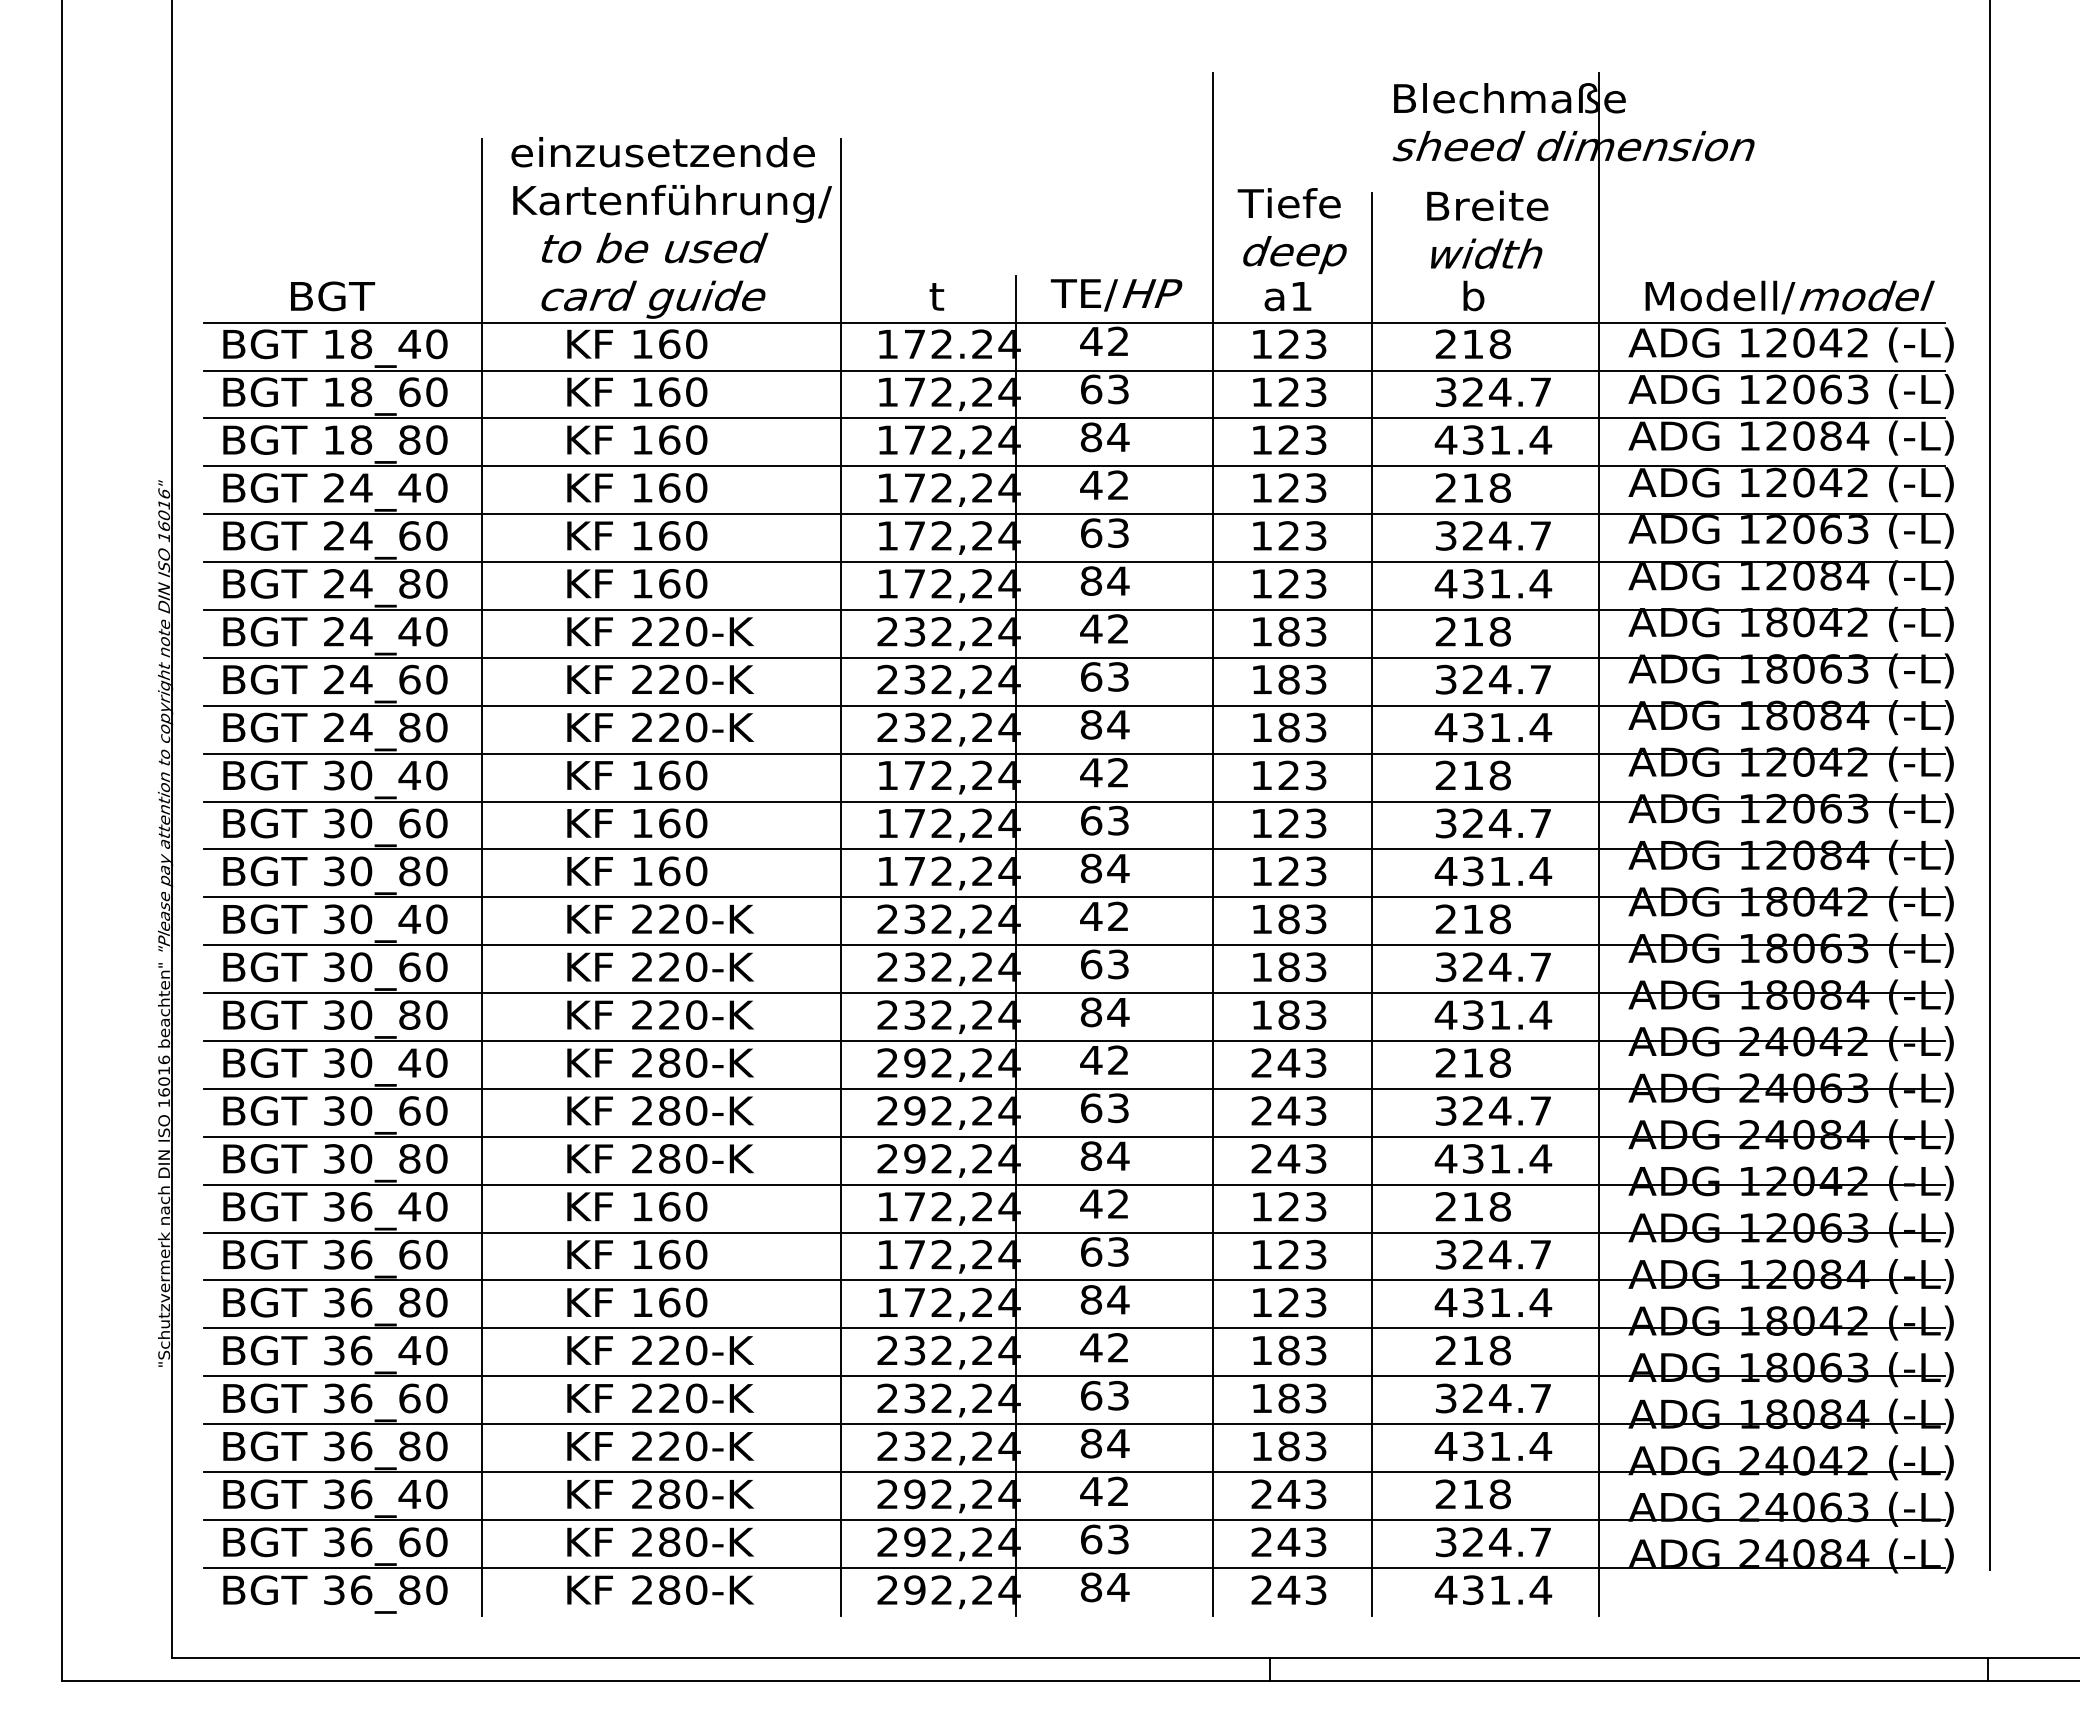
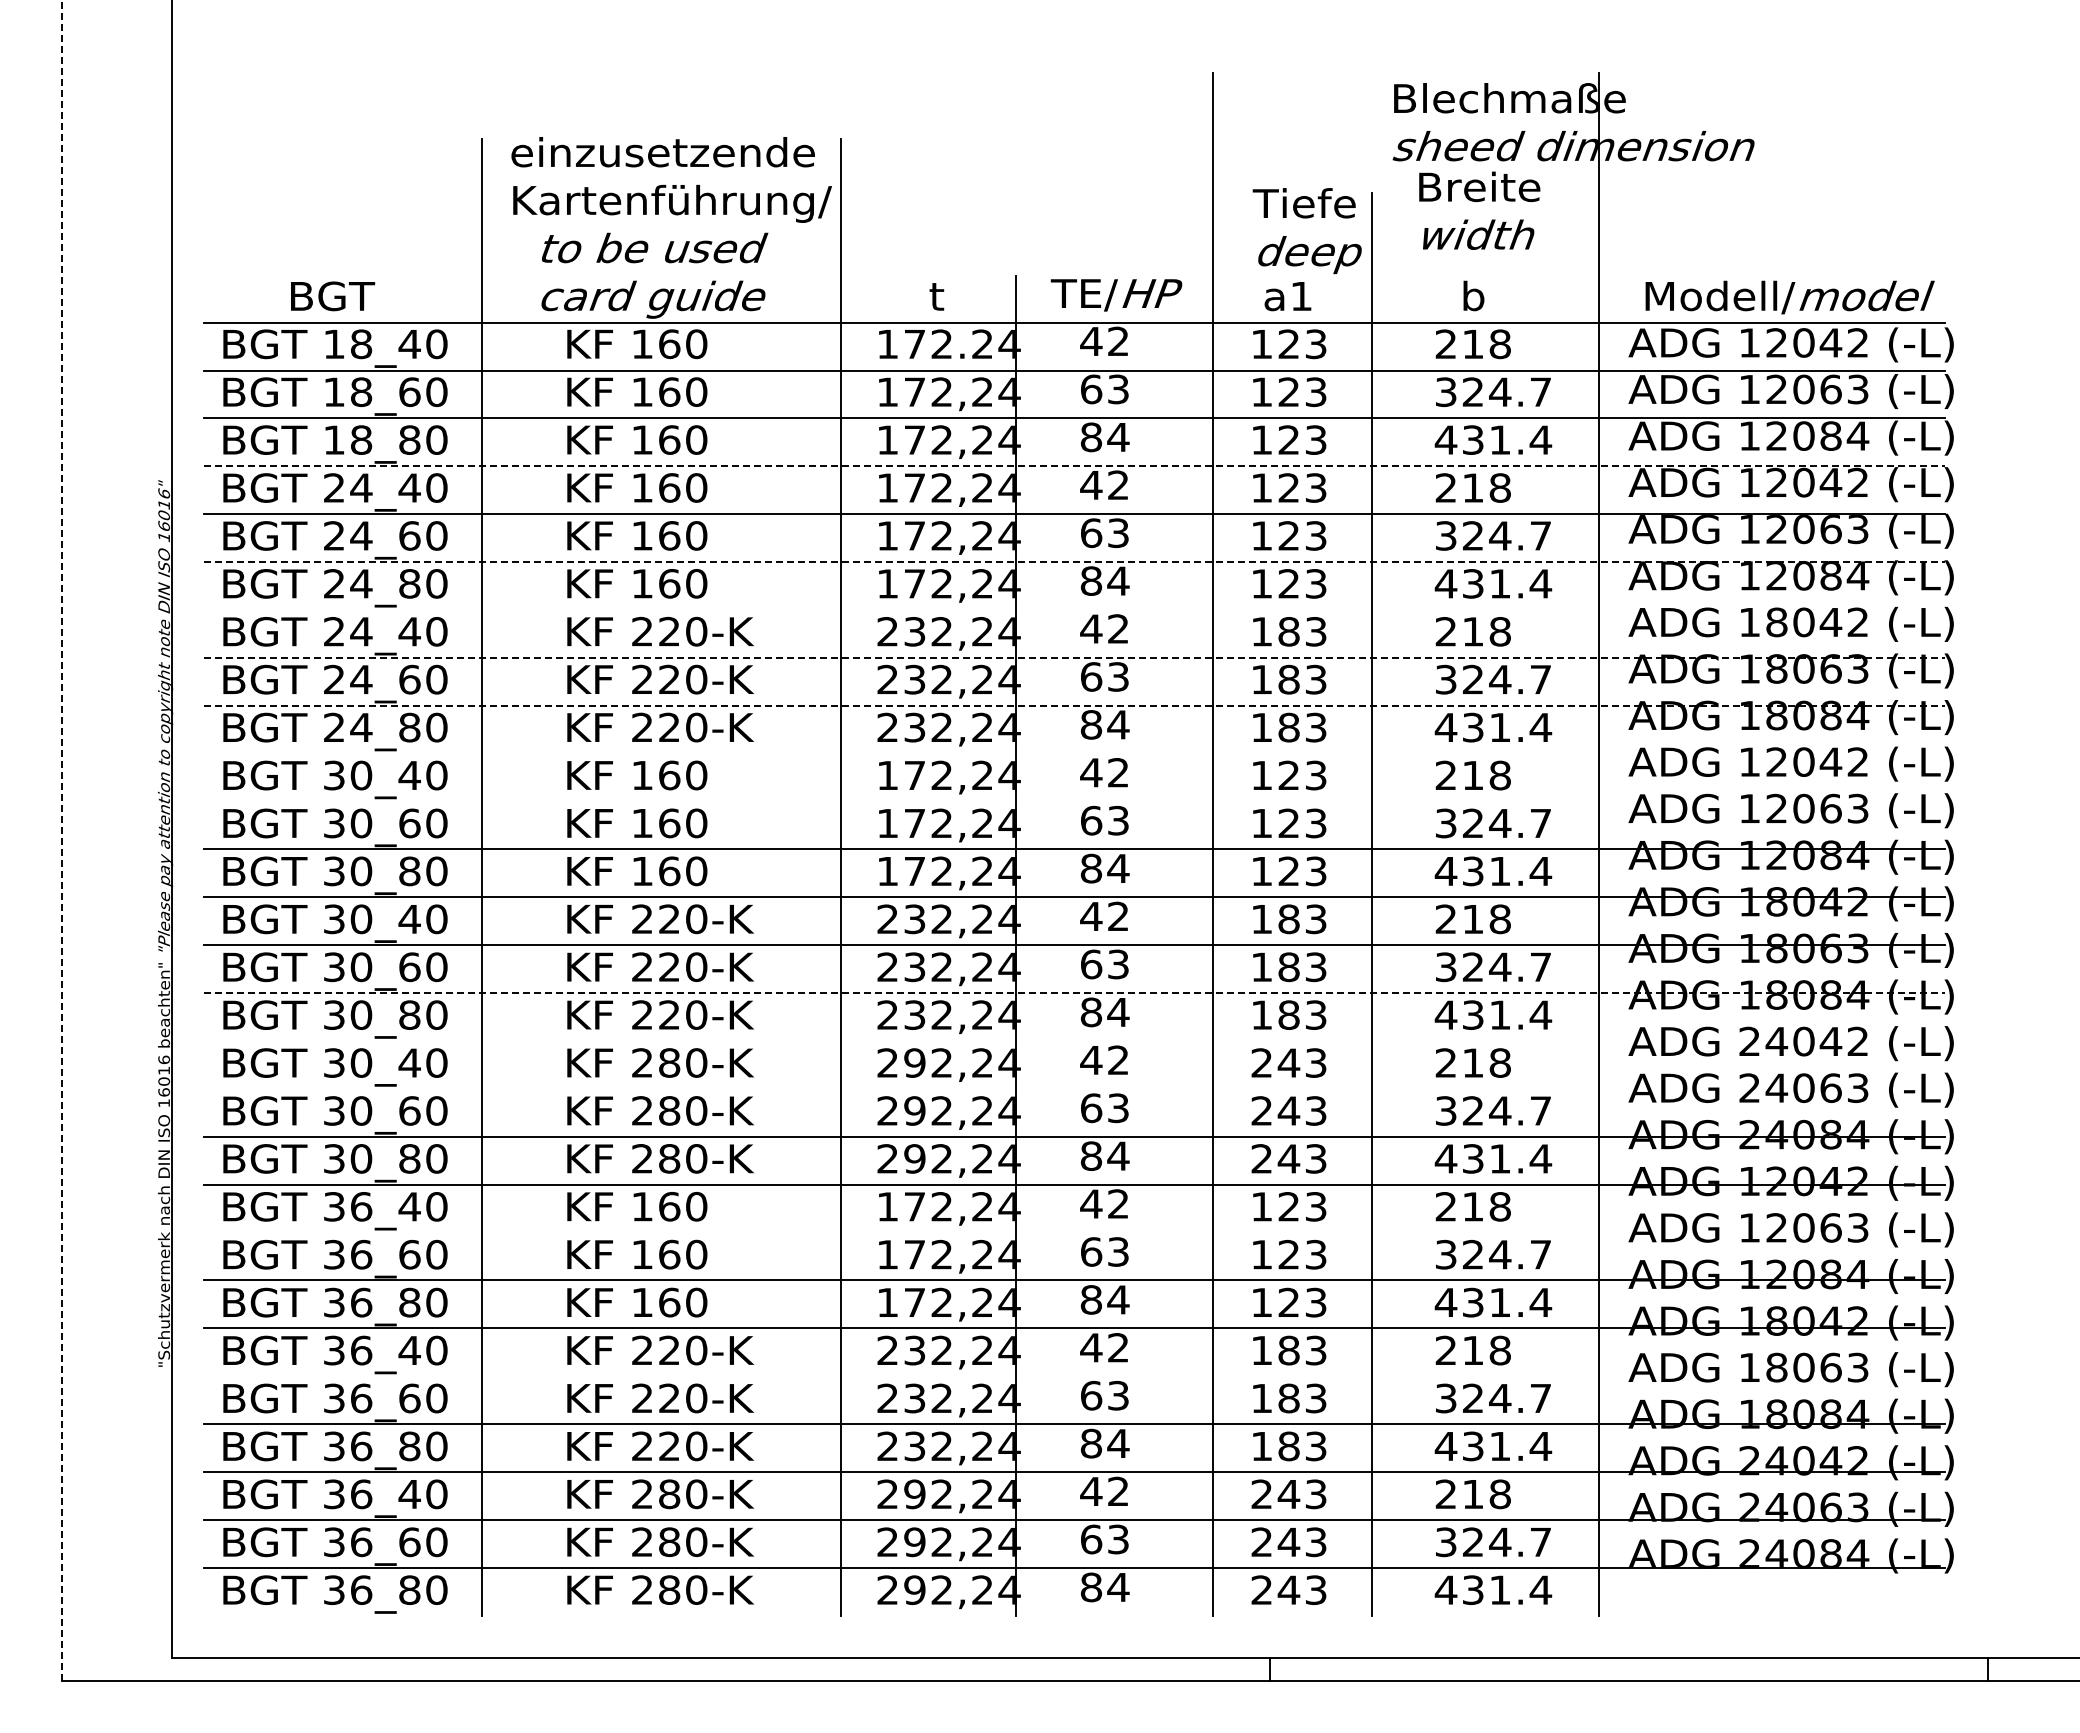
text at (1487, 229) position: (1487, 229) -> (1479, 210)
text at (1291, 231) position: (1291, 231) -> (1306, 231)
line at (1074, 466): solid -> dashed
line at (1074, 562): solid -> dashed
line at (1074, 610): present -> none
line at (1074, 657): solid -> dashed
line at (1074, 705): solid -> dashed
line at (1074, 753): present -> none
line at (1989, 786): present -> none
line at (1074, 801): present -> none
line at (62, 840): solid -> dashed
line at (1074, 993): solid -> dashed
line at (1074, 1041): present -> none
line at (1074, 1088): present -> none
line at (1074, 1232): present -> none
line at (1074, 1376): present -> none
